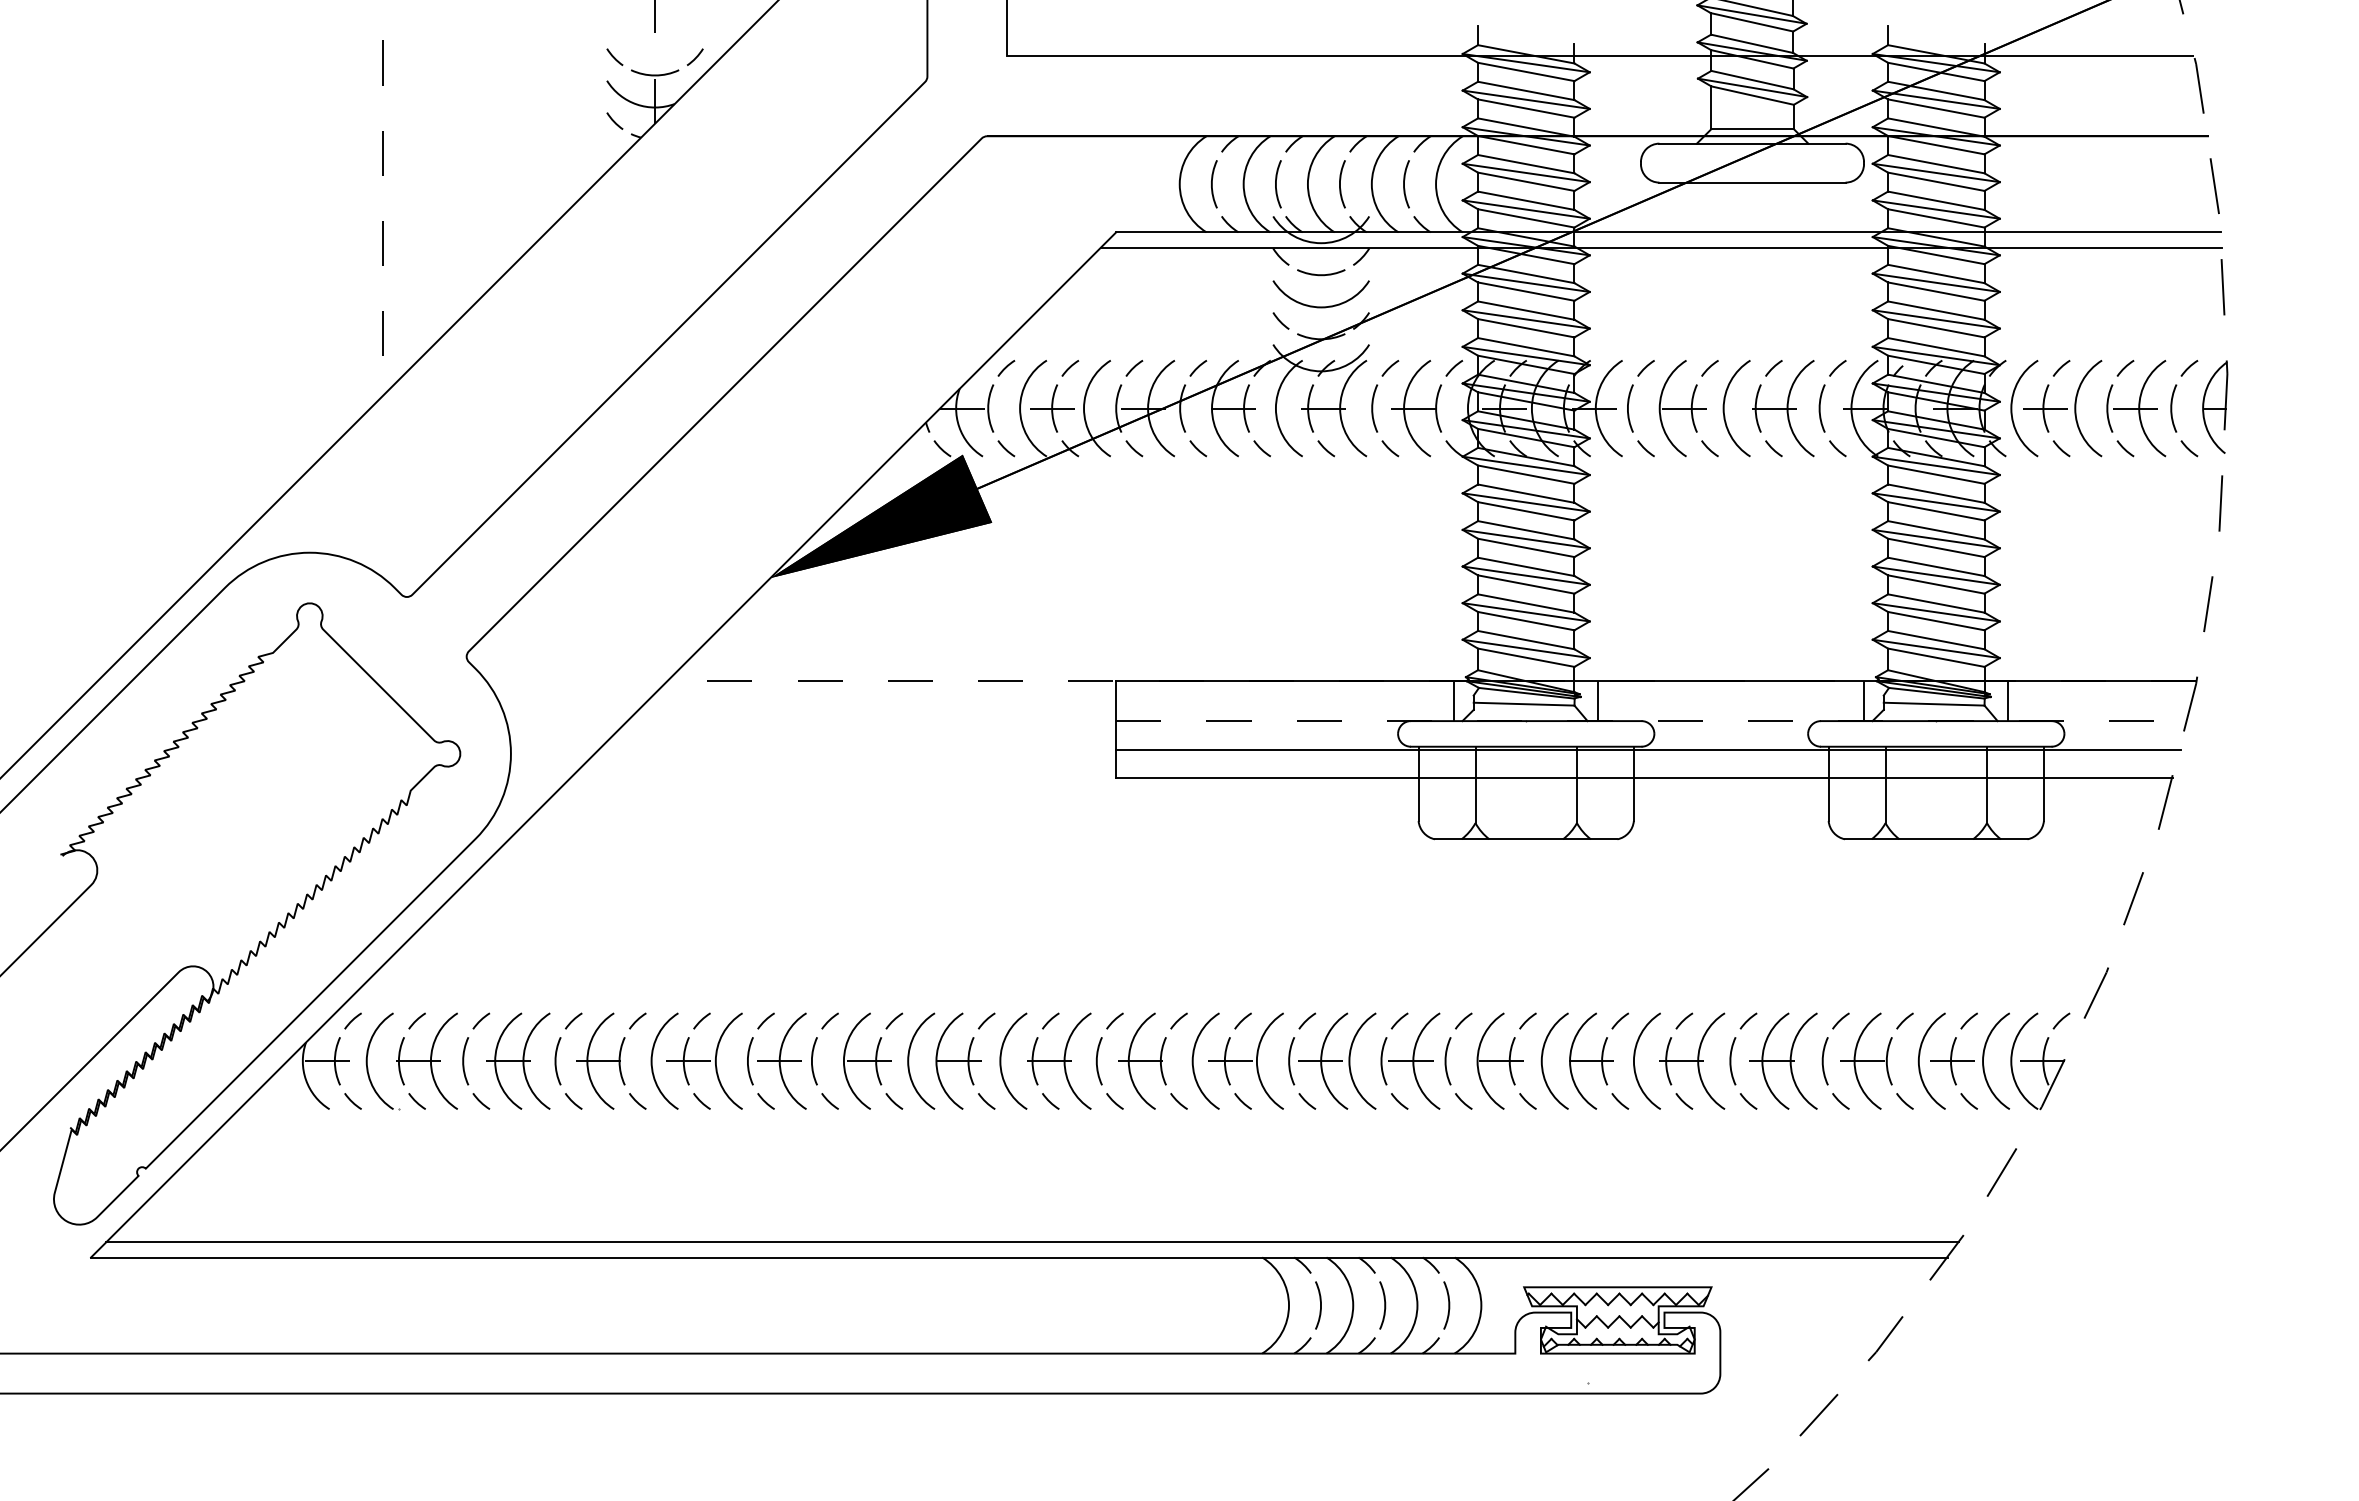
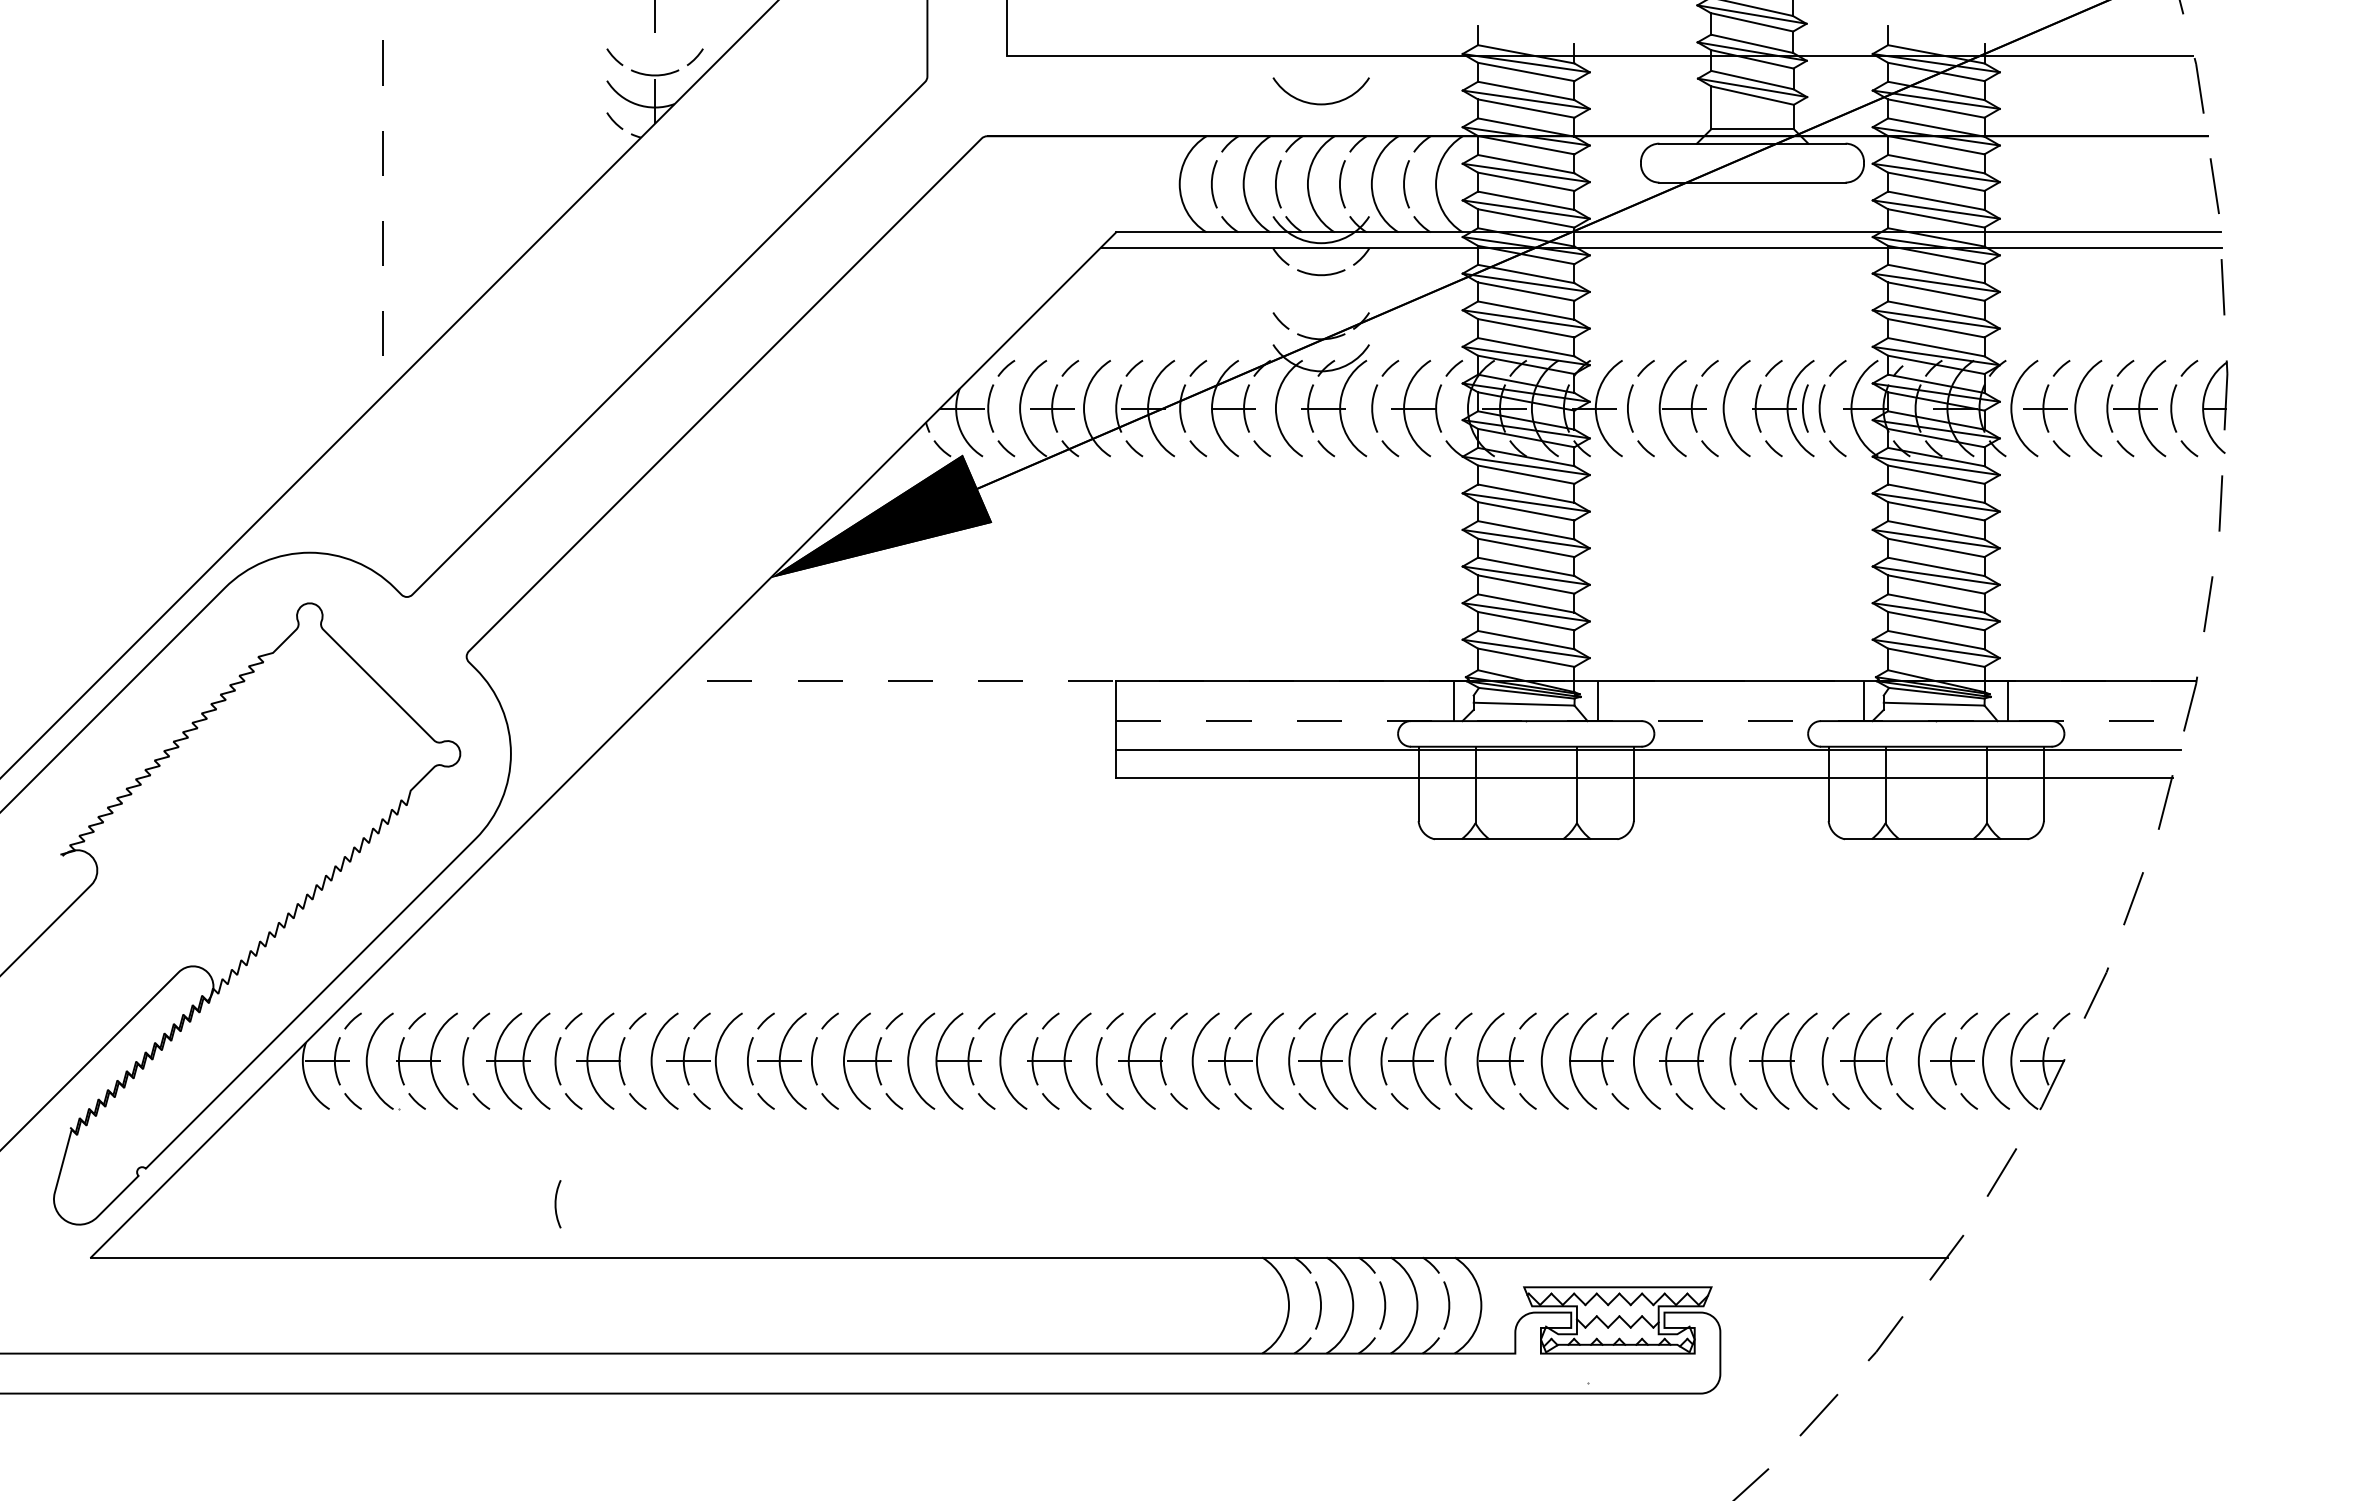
arc at (1320, 306) position: (1320, 306) -> (1320, 103)
arc at (1803, 408): none -> present
arc at (556, 1204): none -> present
line at (1032, 1242): present -> none
